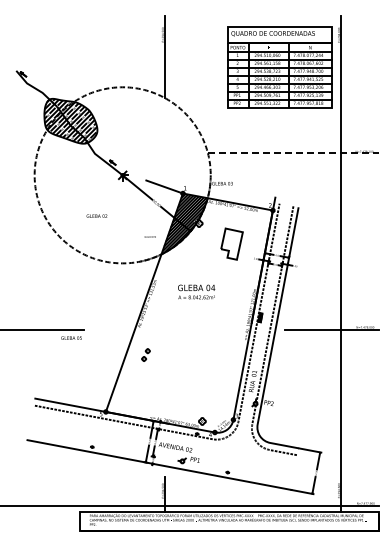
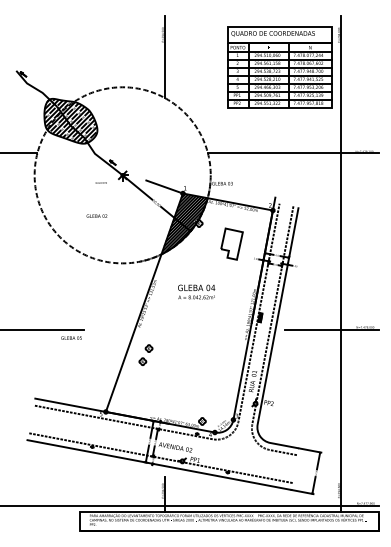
line at (19, 153): none -> present
line at (293, 153): dashed -> solid
text at (149, 236) position: (149, 236) -> (100, 182)
part at (145, 354) size: 10x14 px -> 16x22 px
line at (160, 458): none -> present
